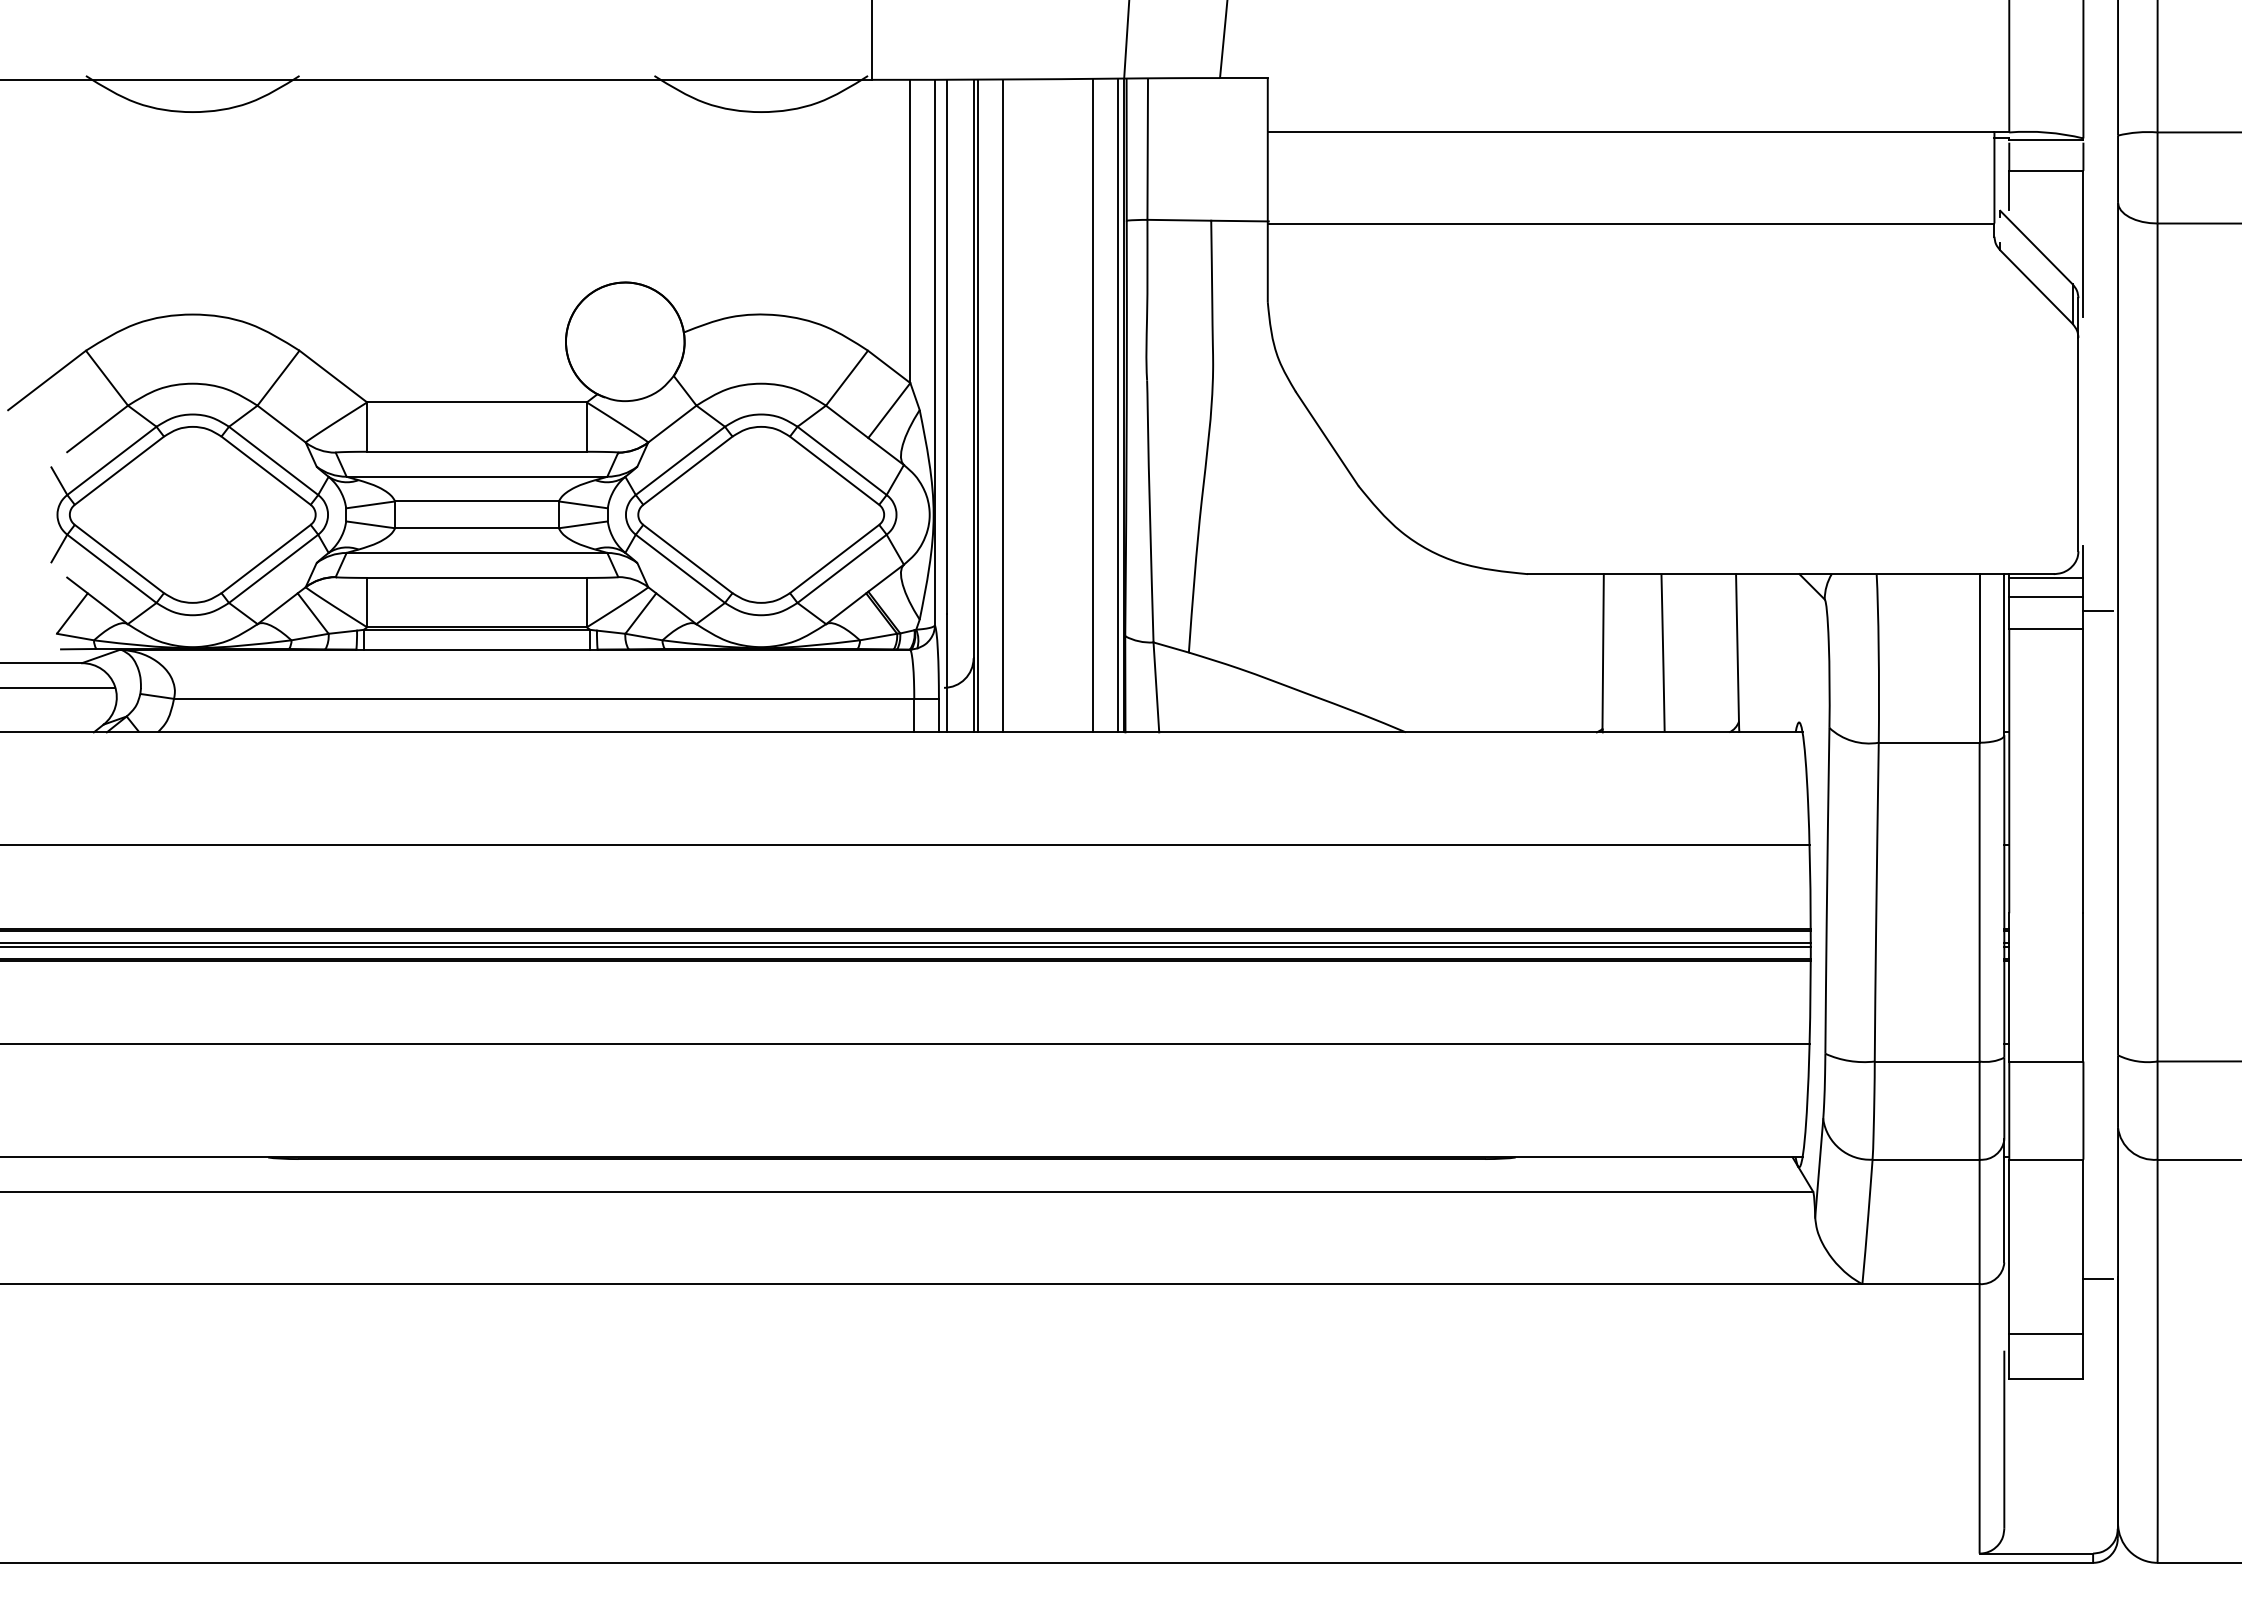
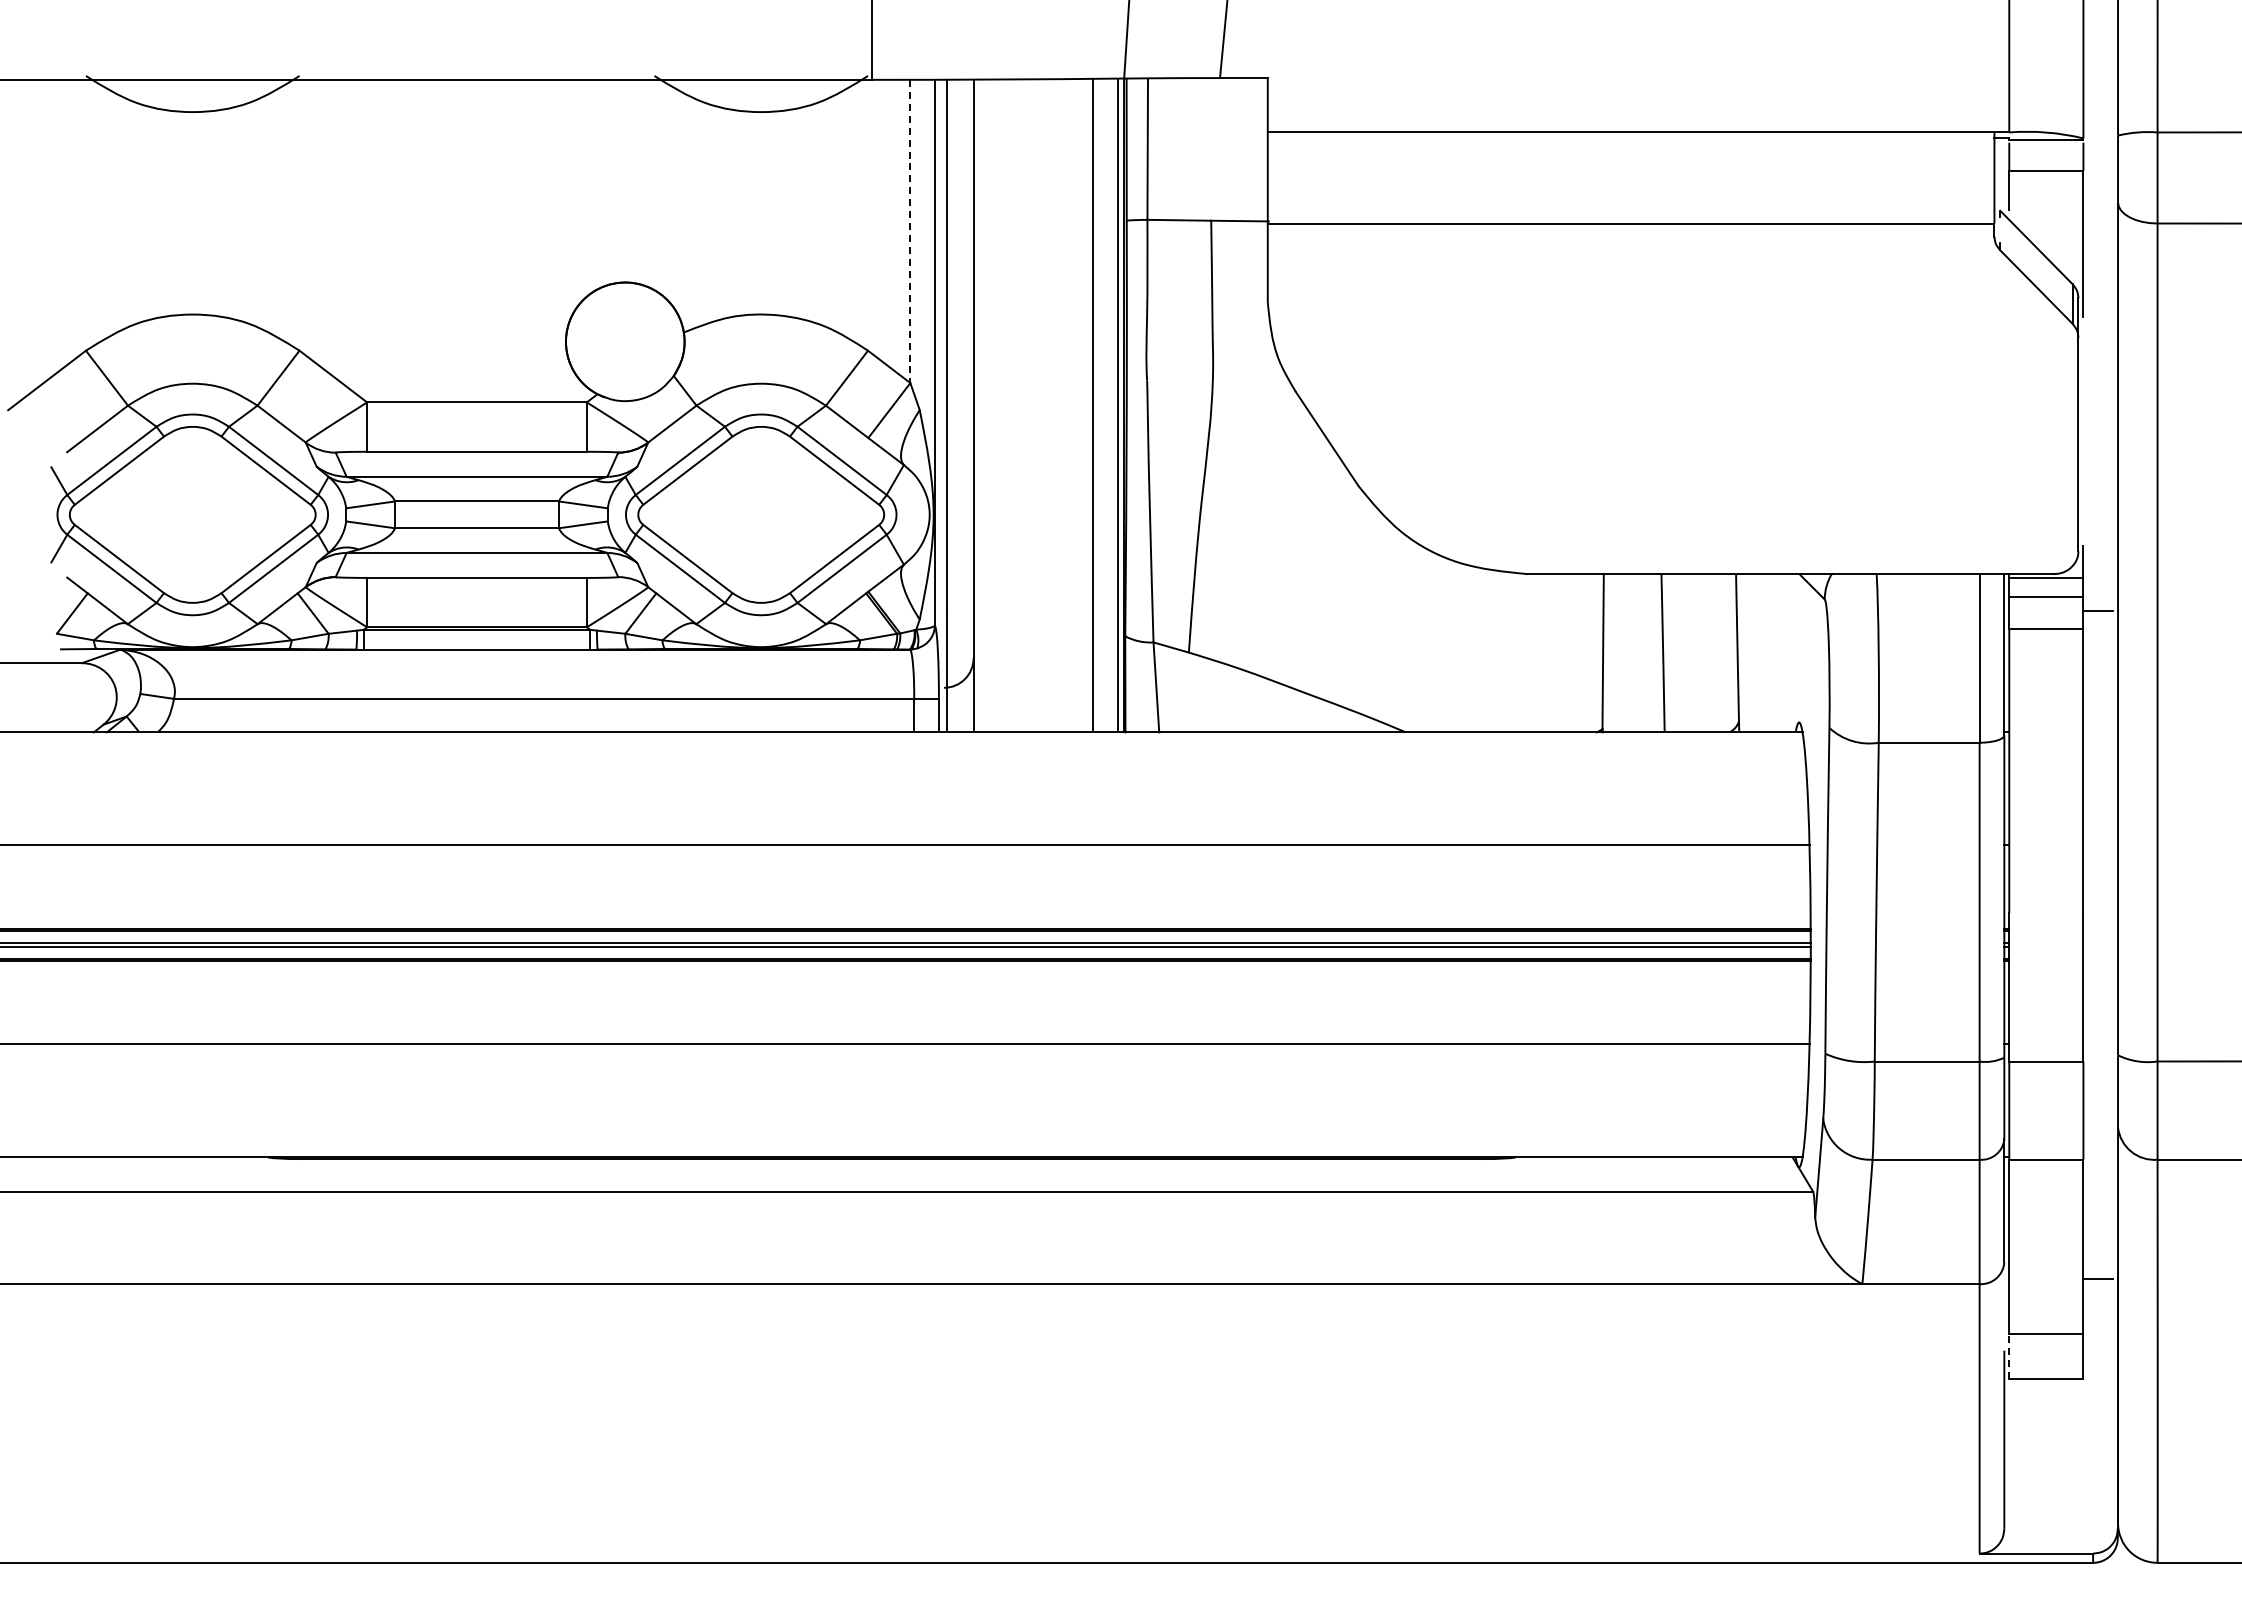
line at (910, 231): solid -> dashed
line at (977, 405): present -> none
line at (1002, 405): present -> none
line at (58, 687): present -> none
line at (2009, 1355): solid -> dashed
